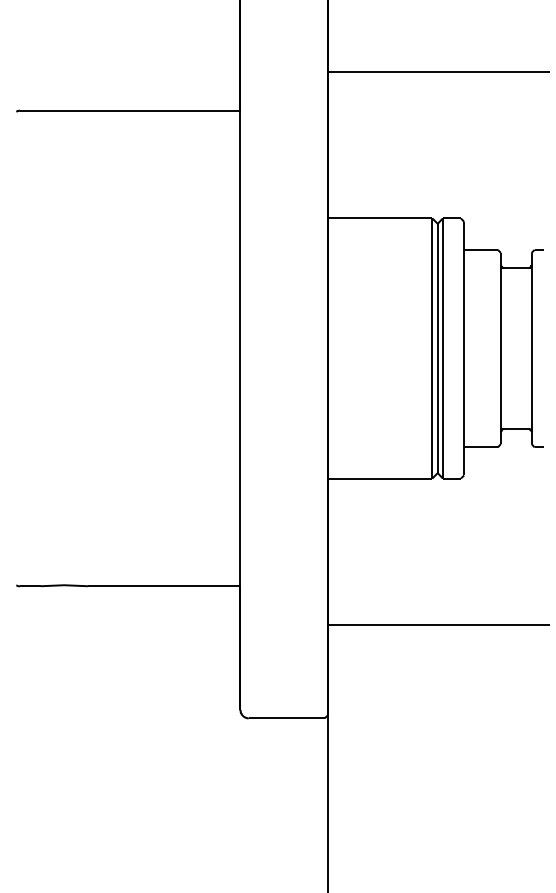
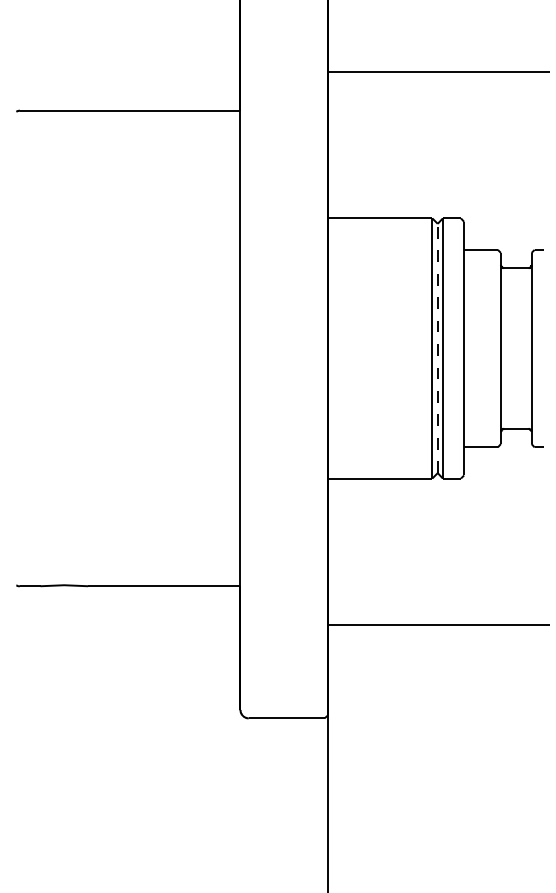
line at (437, 348): solid -> dashed
